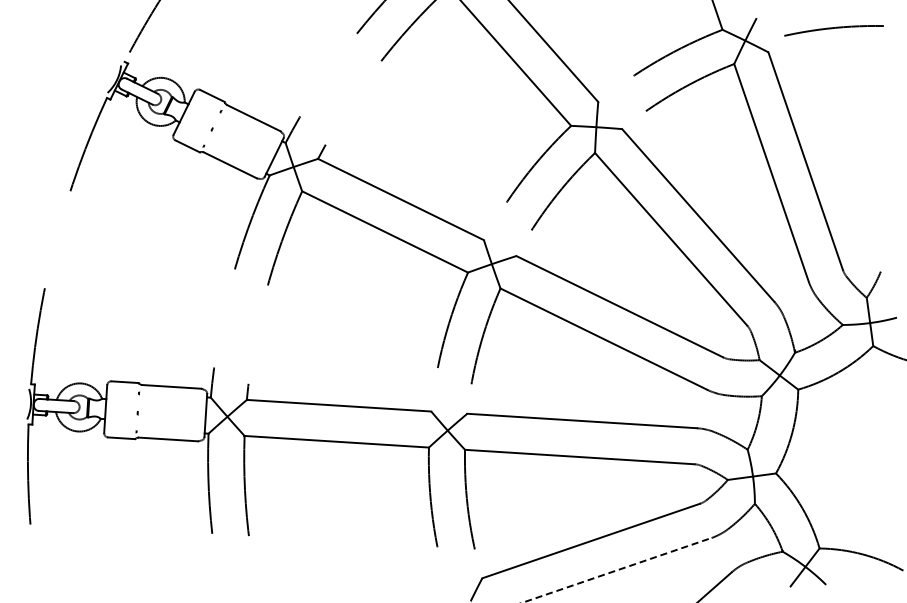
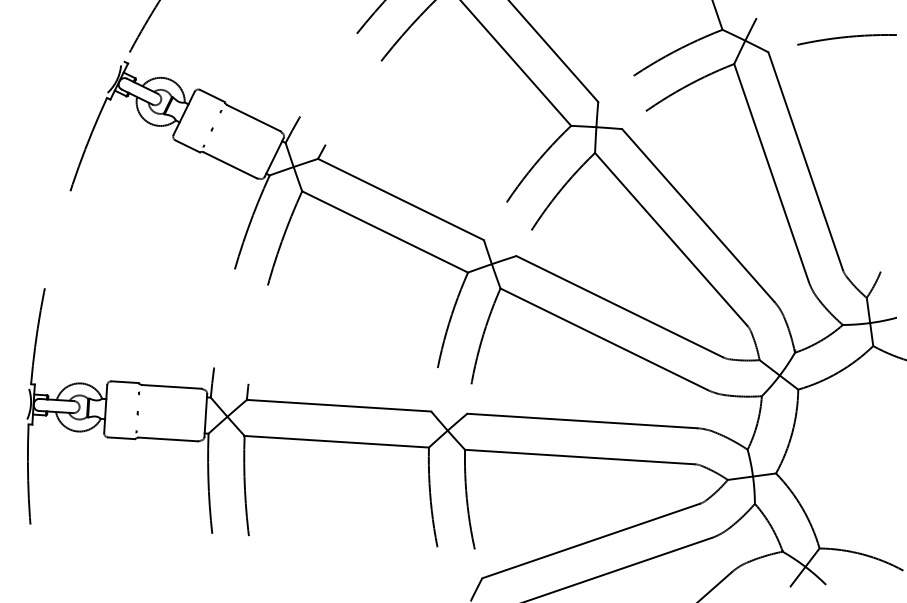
arc at (832, 29) position: (832, 29) -> (845, 38)
line at (617, 570): dashed -> solid
